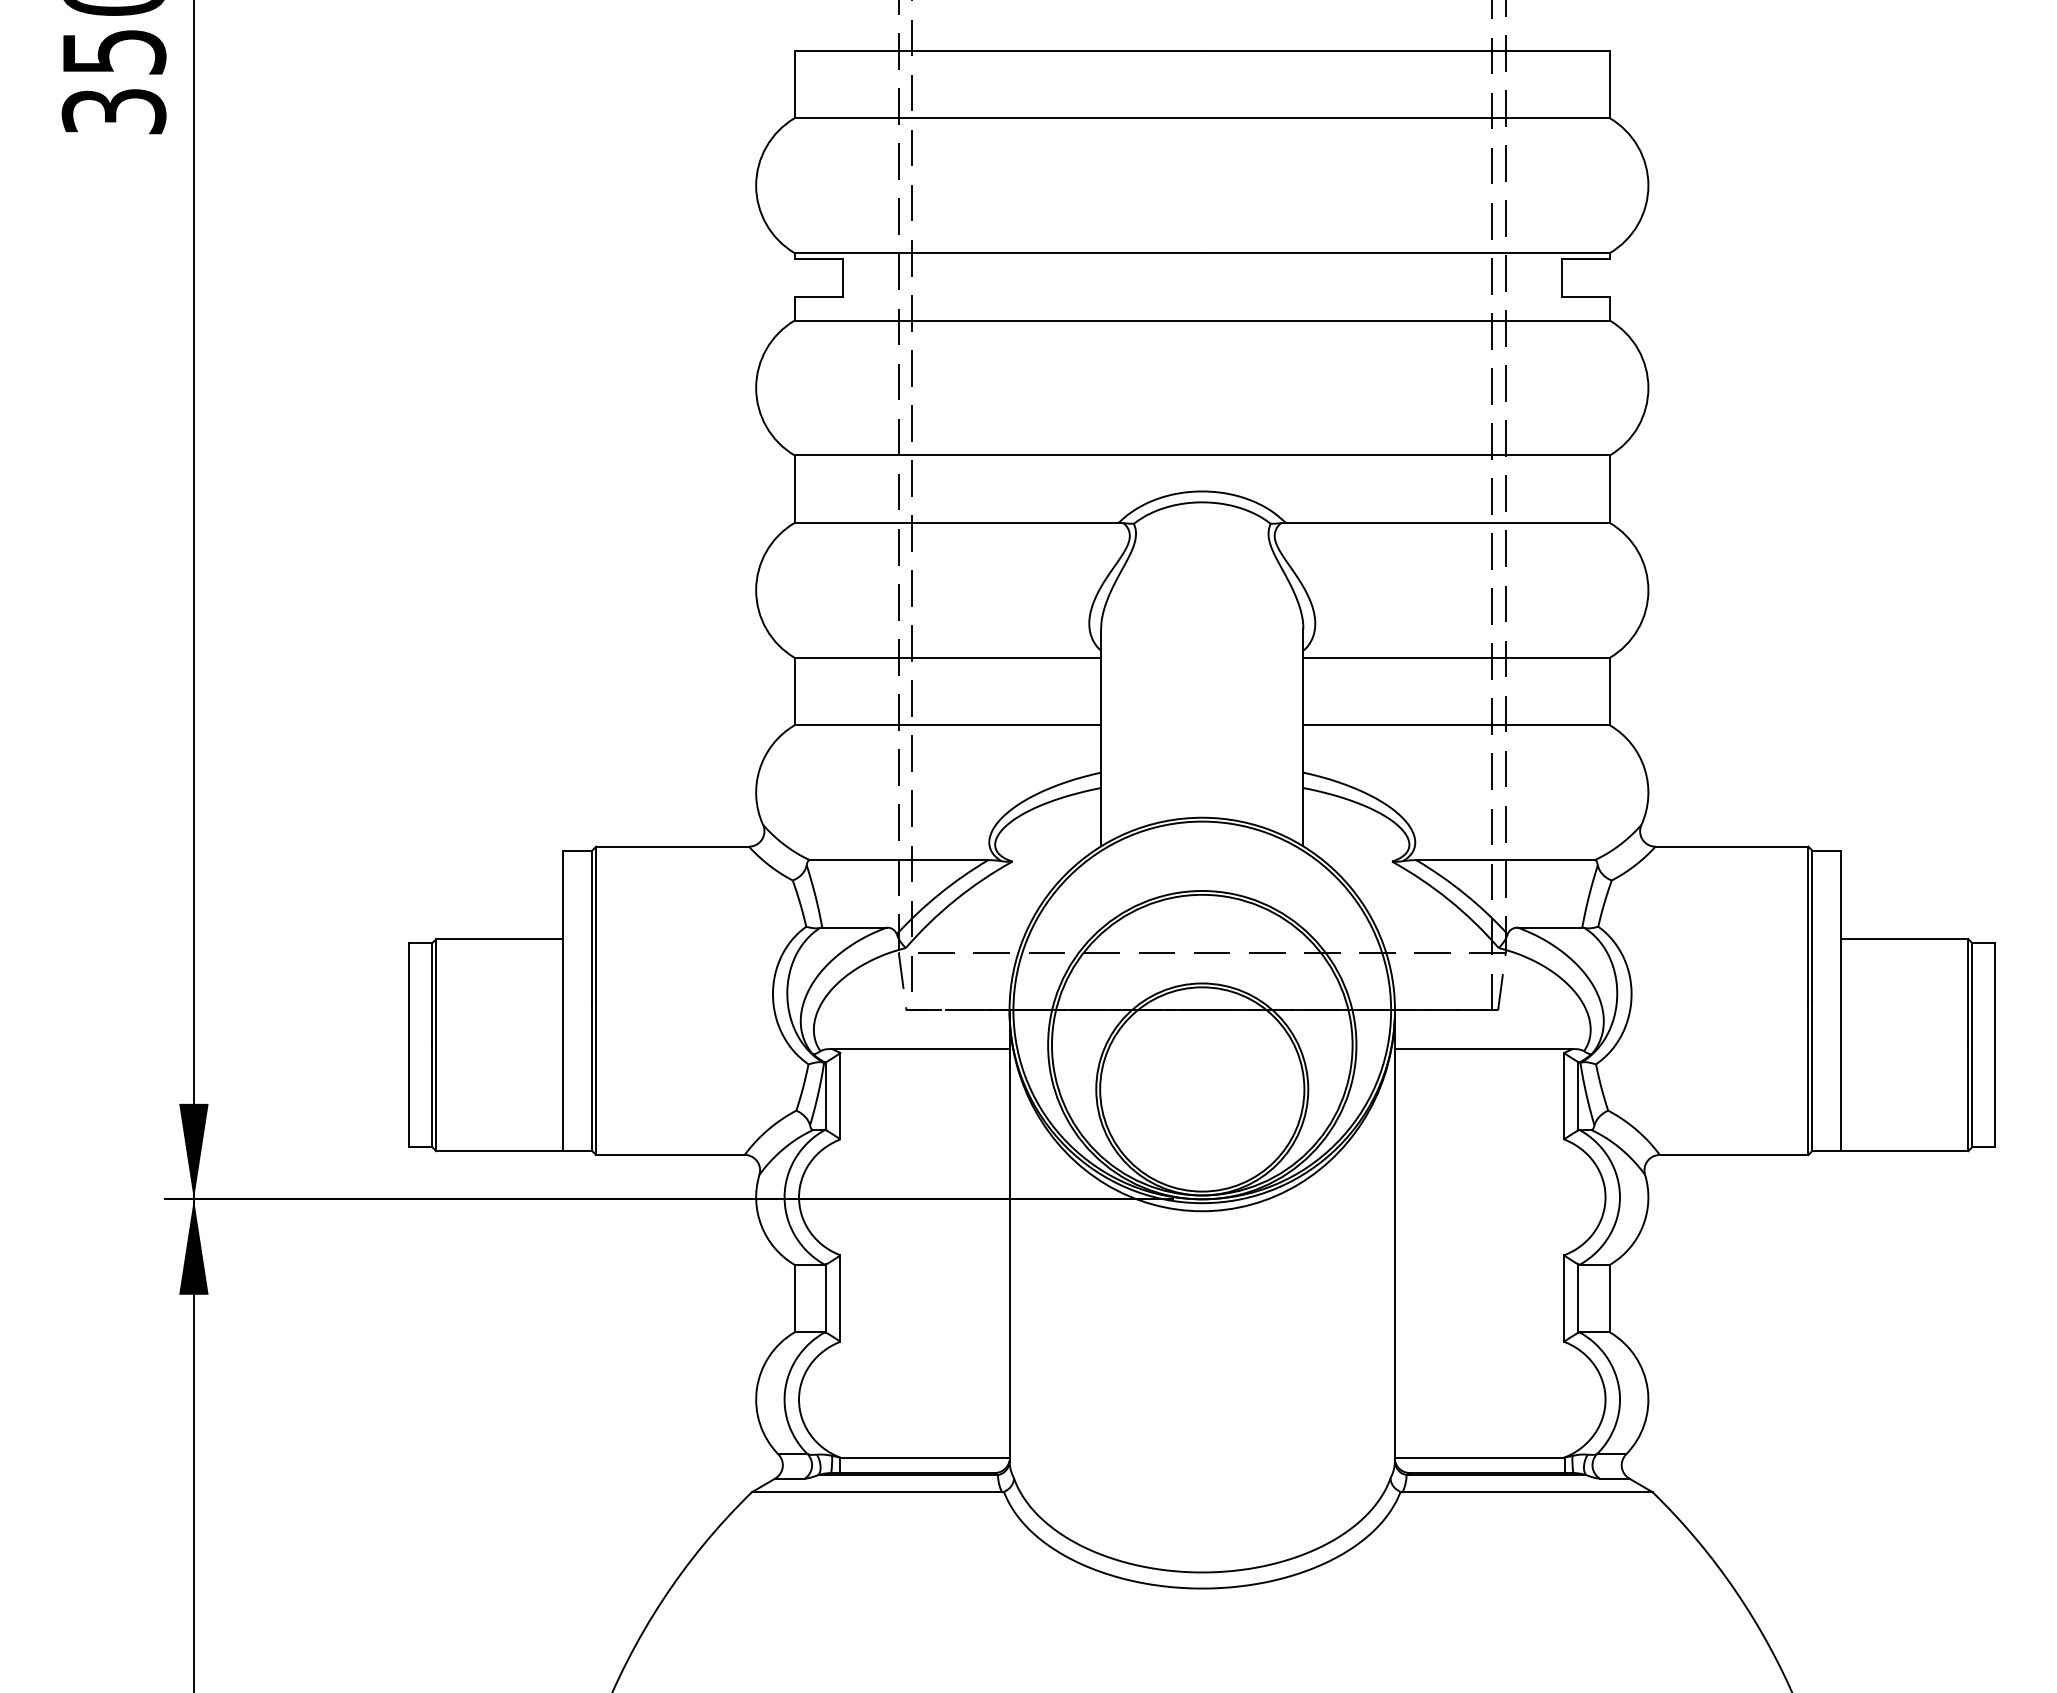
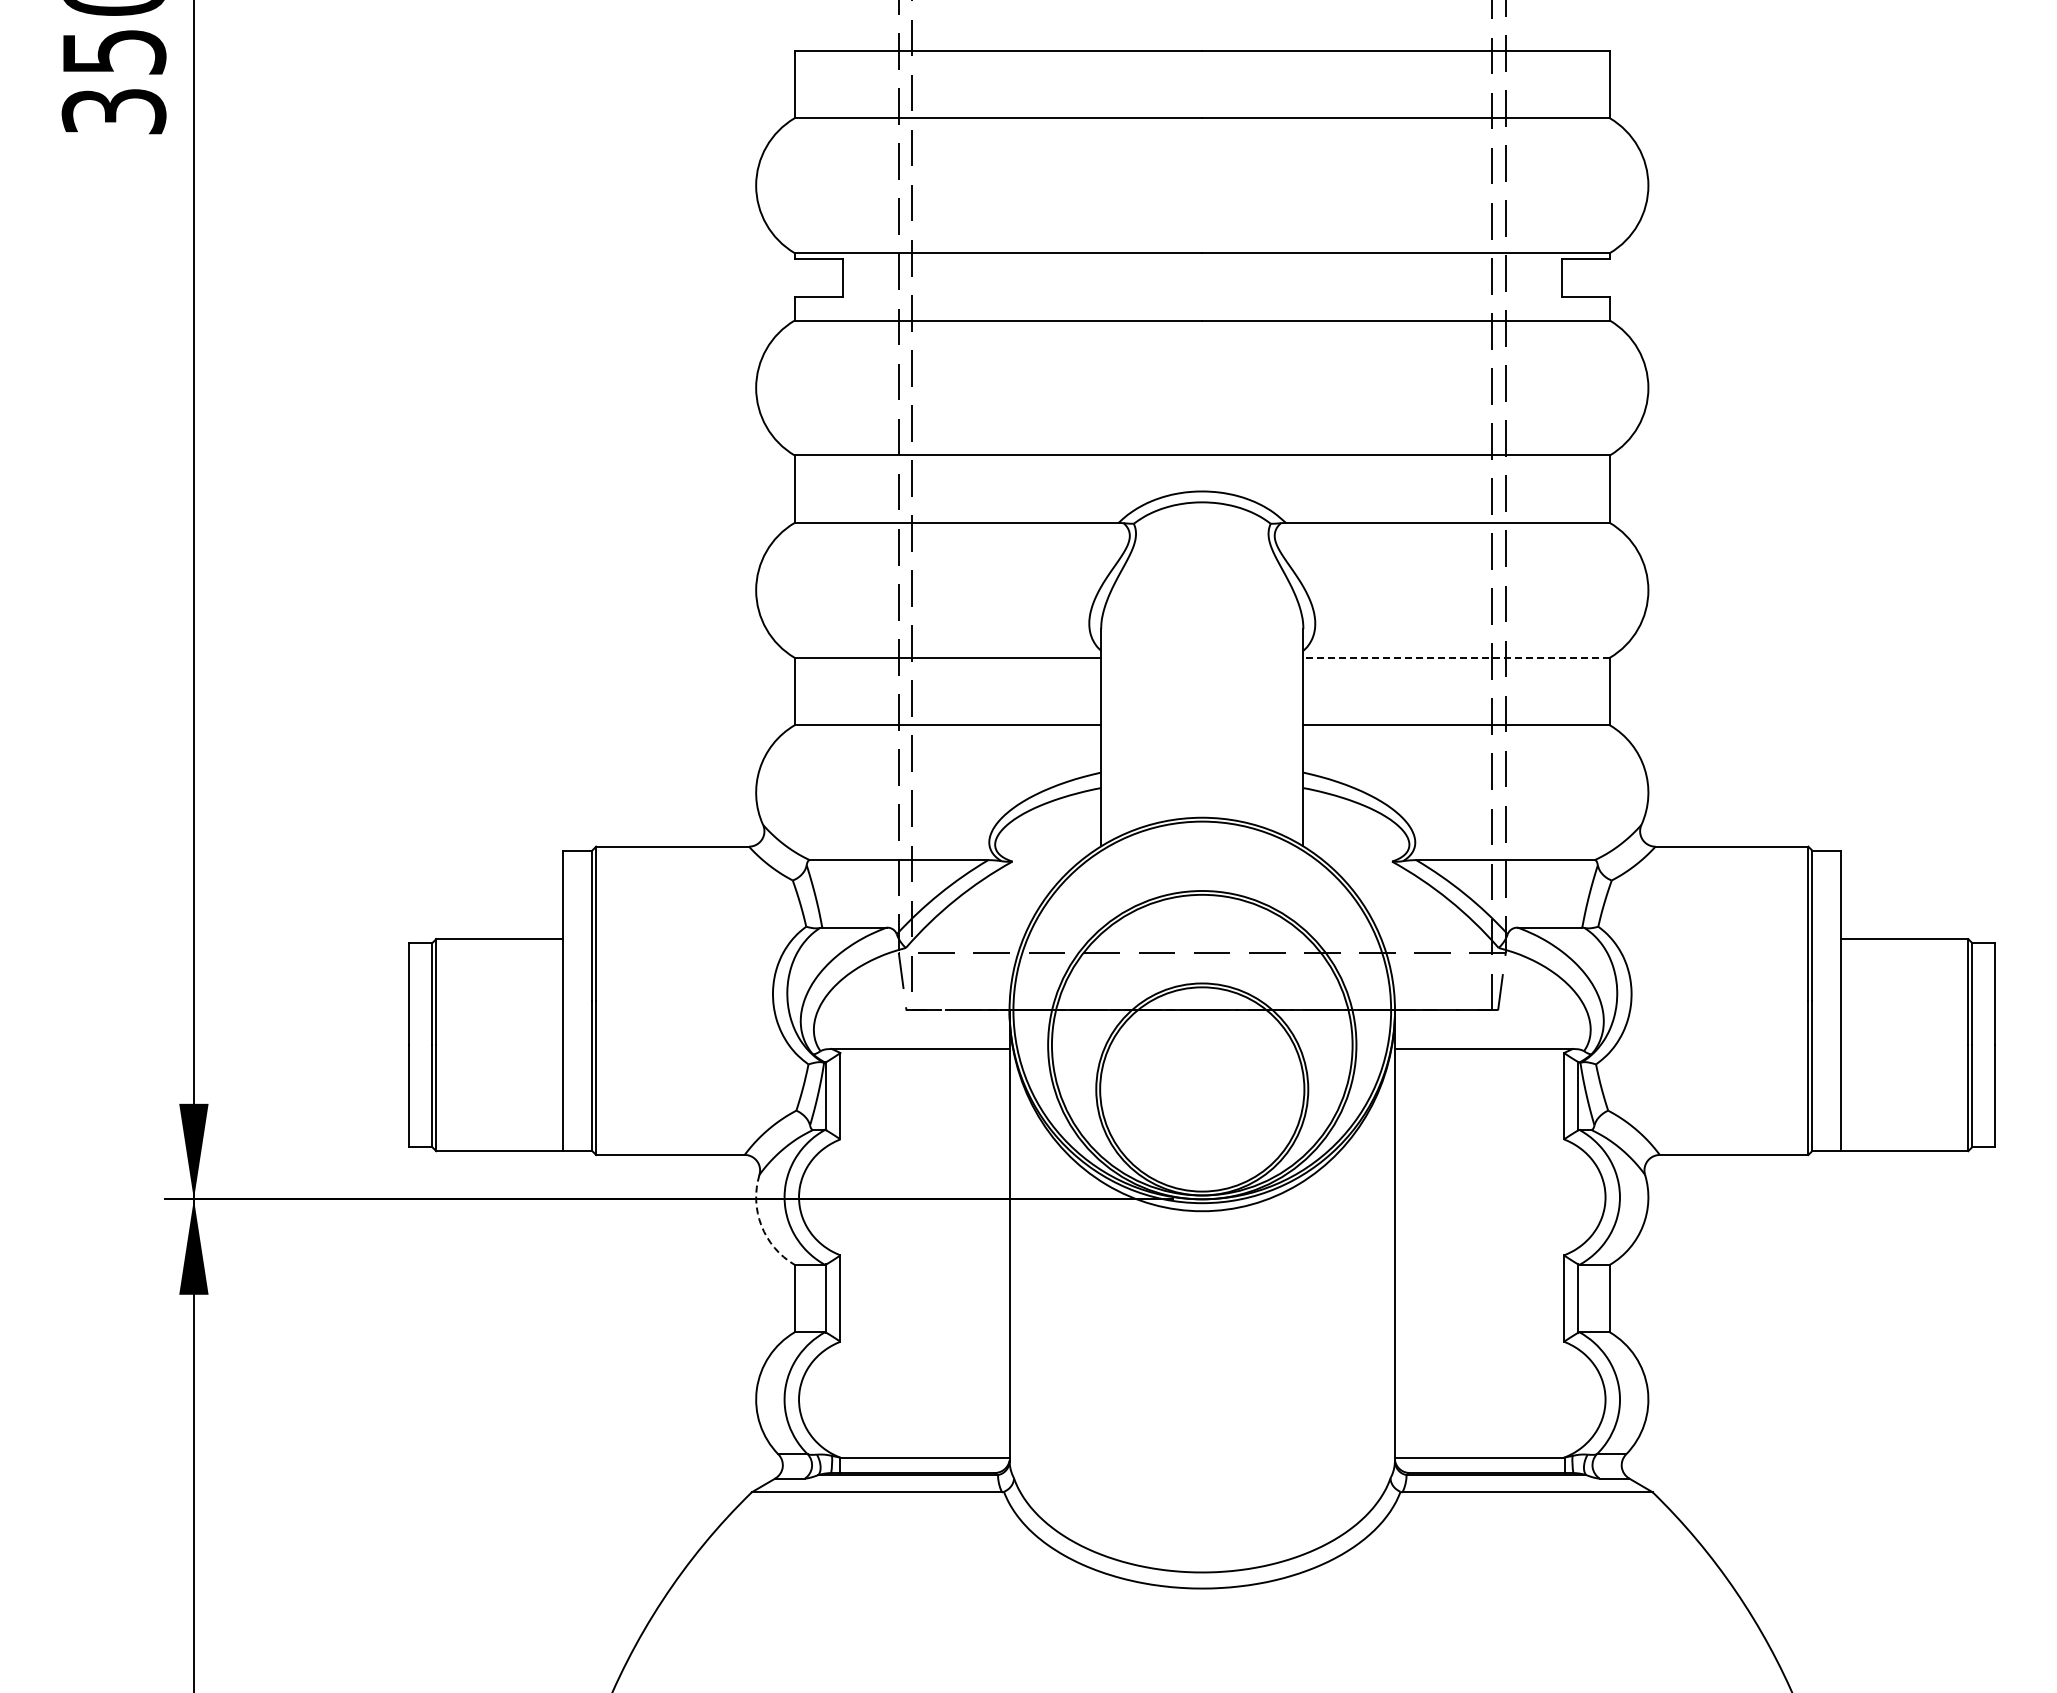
line at (1456, 657): solid -> dashed
arc at (761, 1225): solid -> dashed
